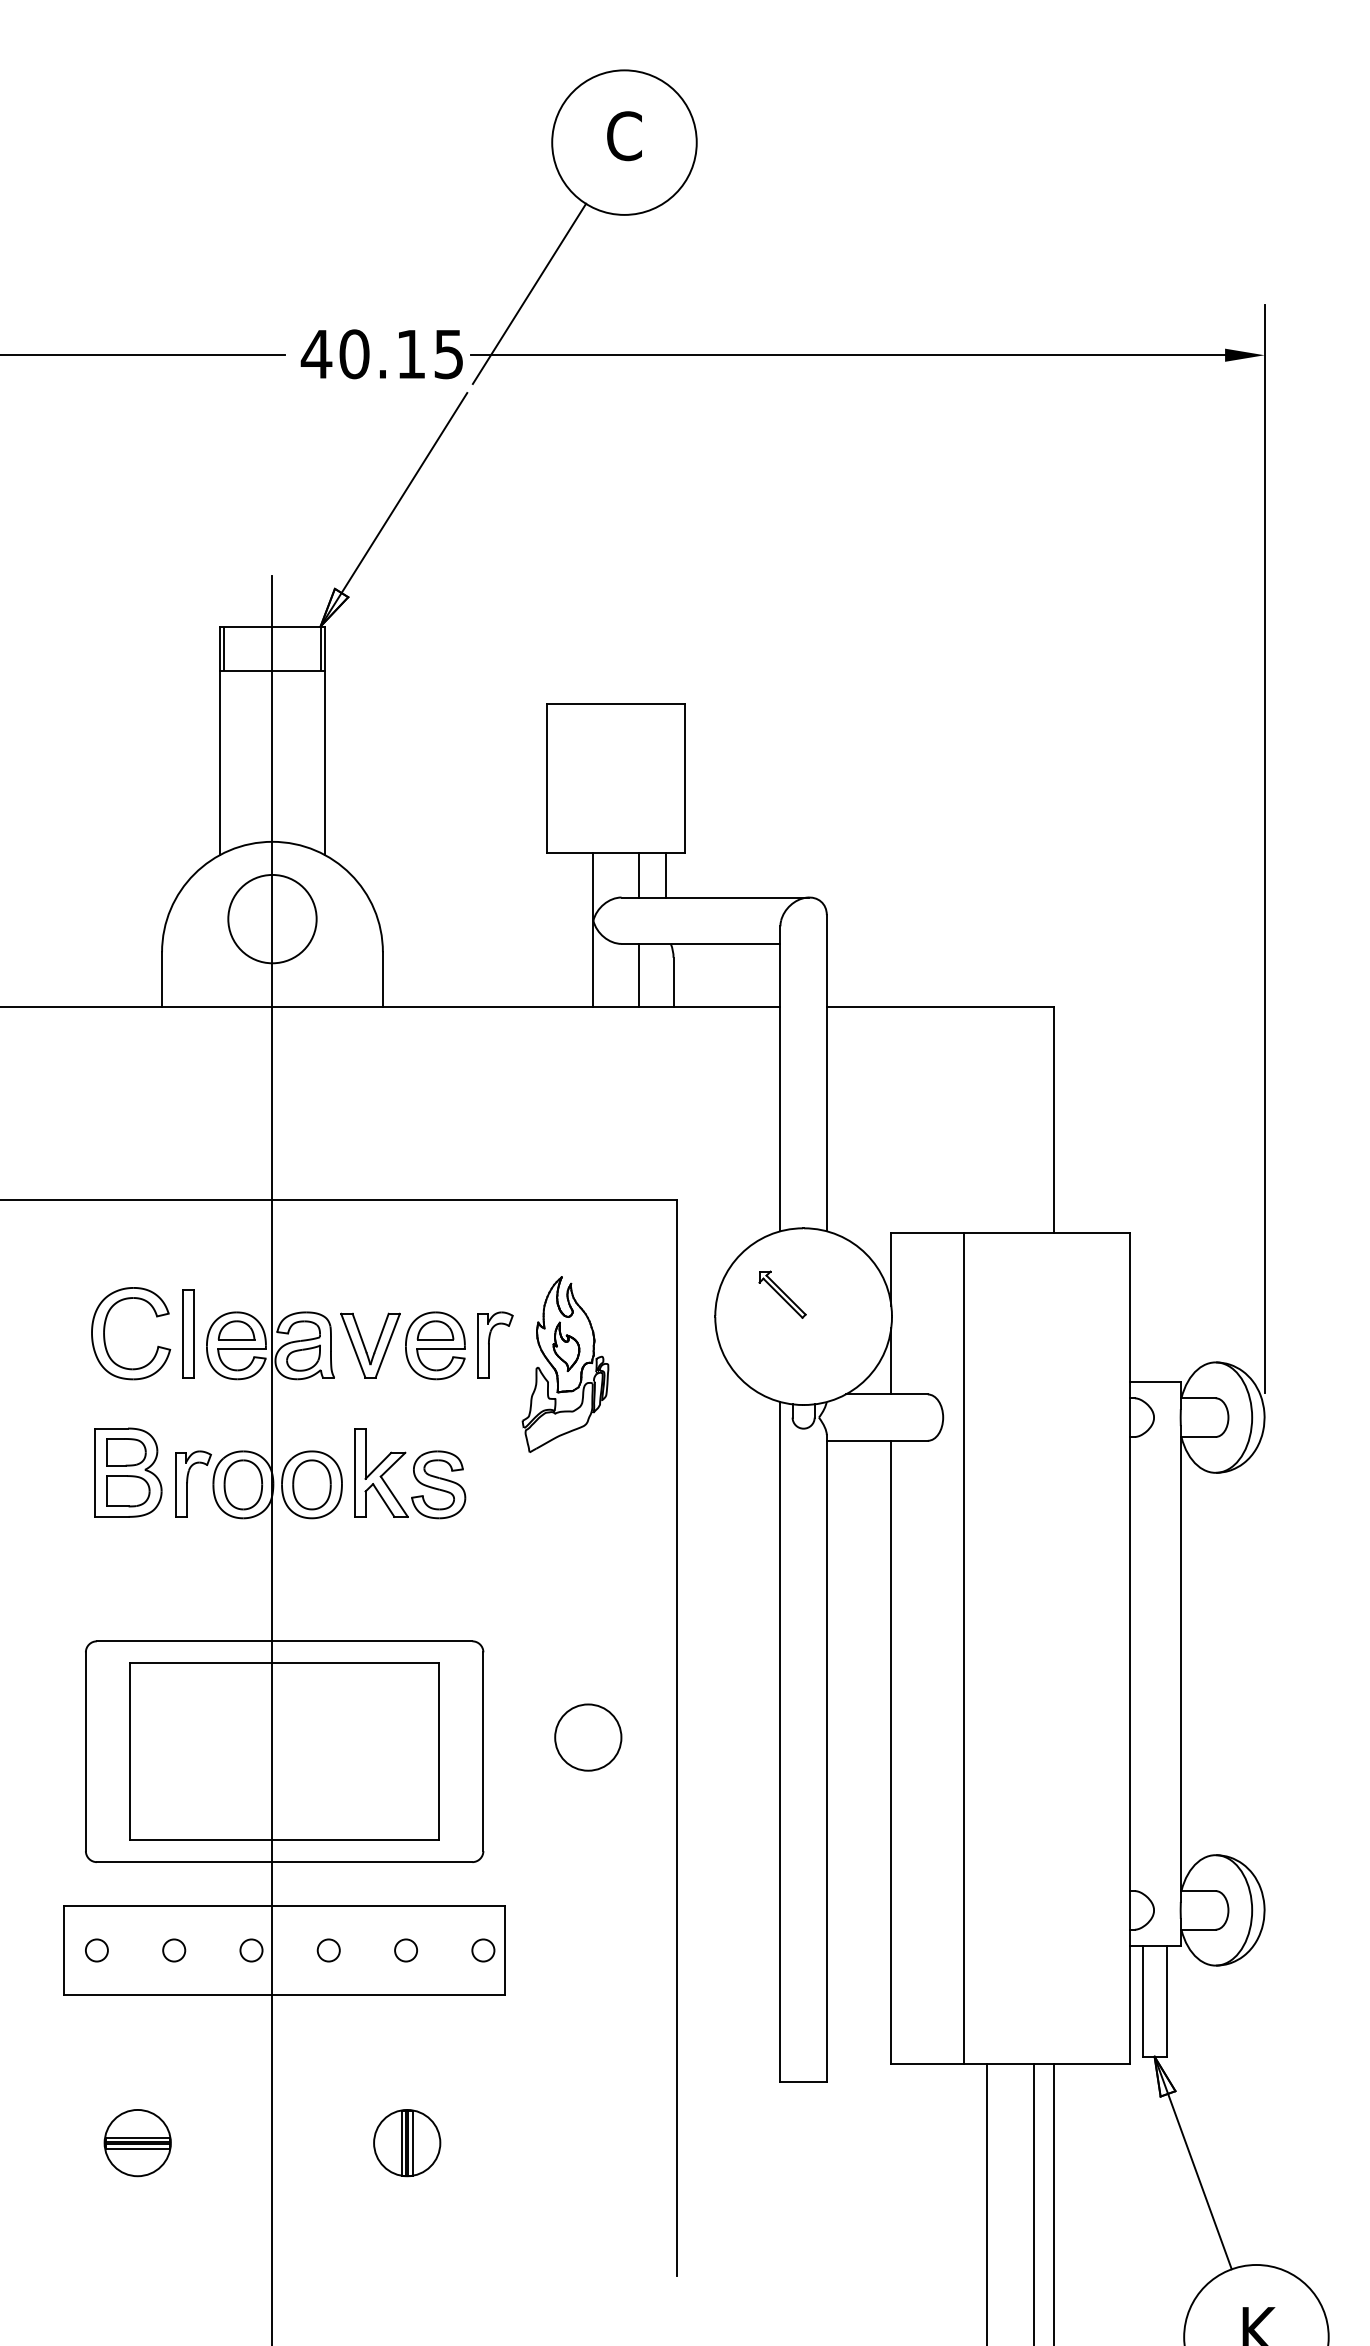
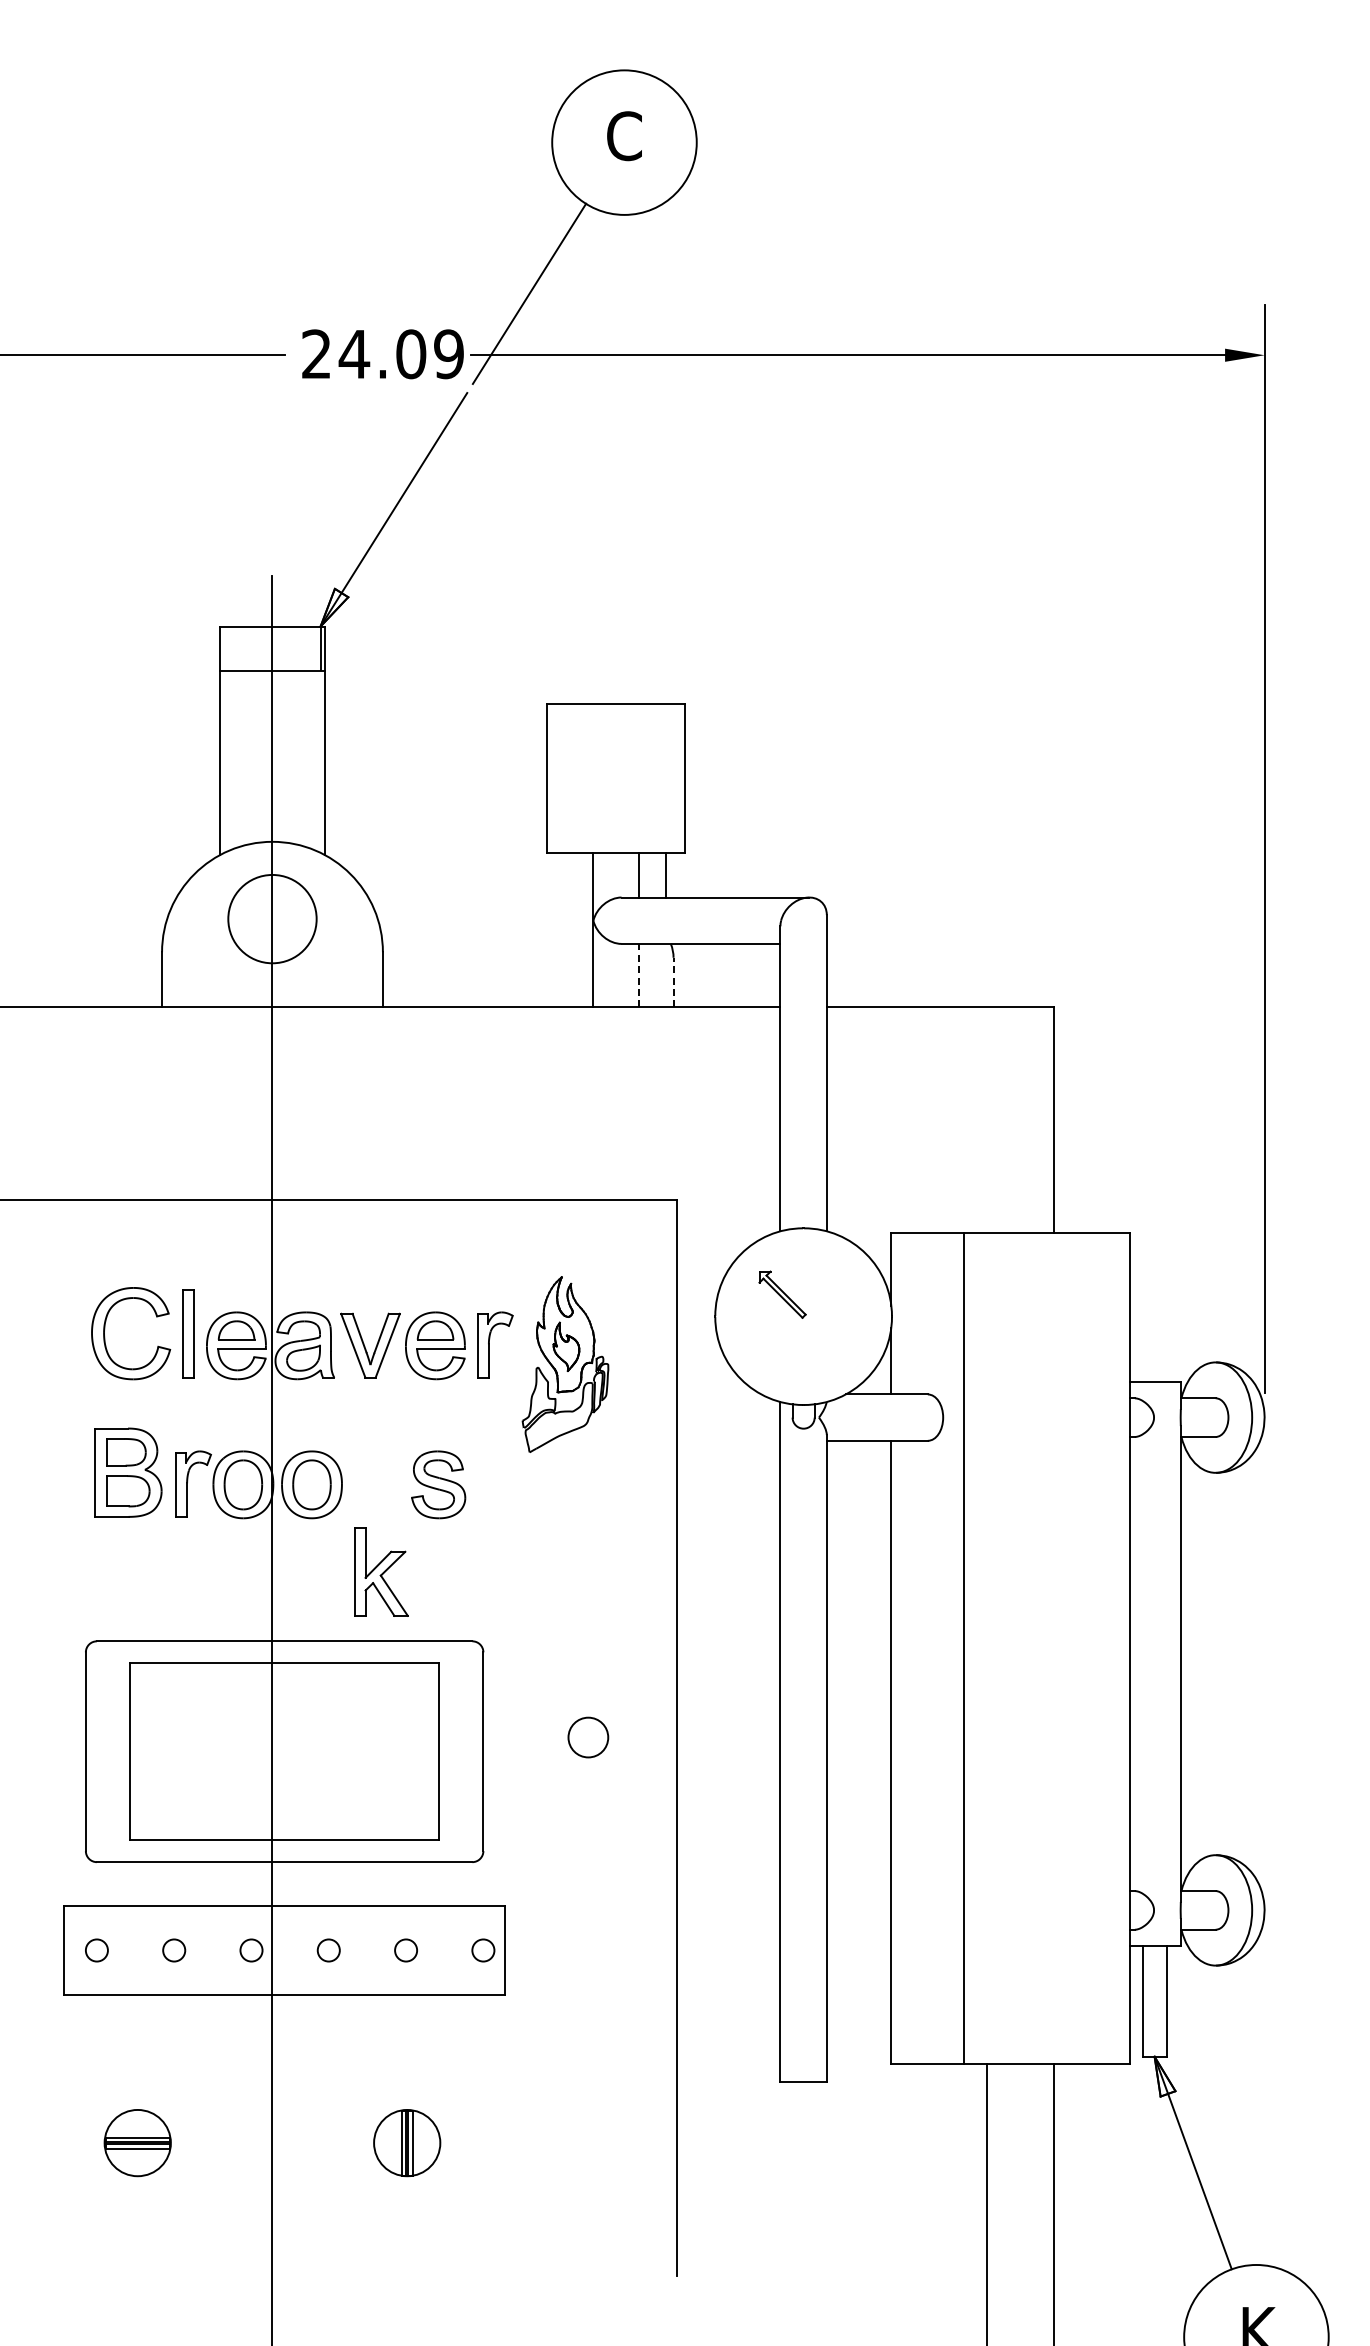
text at (381, 354): 40.15 -> 24.09
line at (224, 648): present -> none
line at (639, 975): solid -> dashed
line at (673, 982): solid -> dashed
part at (381, 1472) position: (381, 1472) -> (381, 1571)
circle at (588, 1737) size: 69x69 px -> 43x43 px
line at (1033, 2202): present -> none
